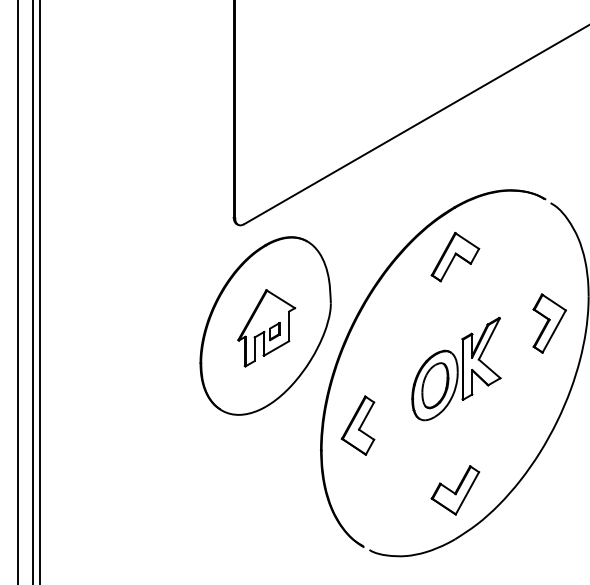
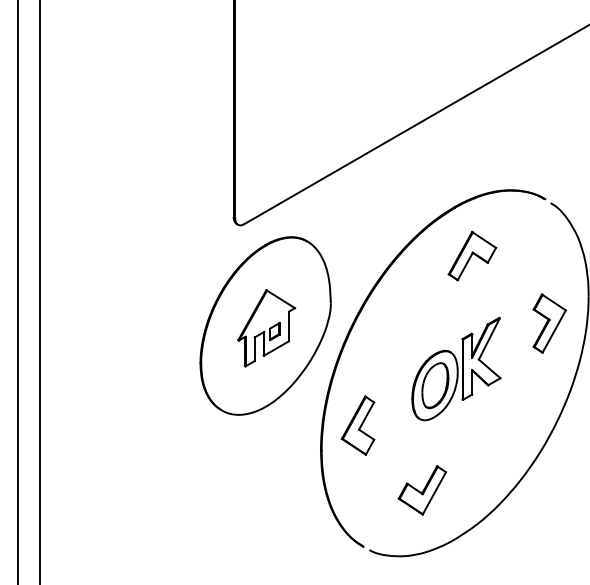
part at (455, 256) position: (455, 256) -> (472, 255)
line at (33, 291): present -> none
part at (455, 490) position: (455, 490) -> (422, 490)
